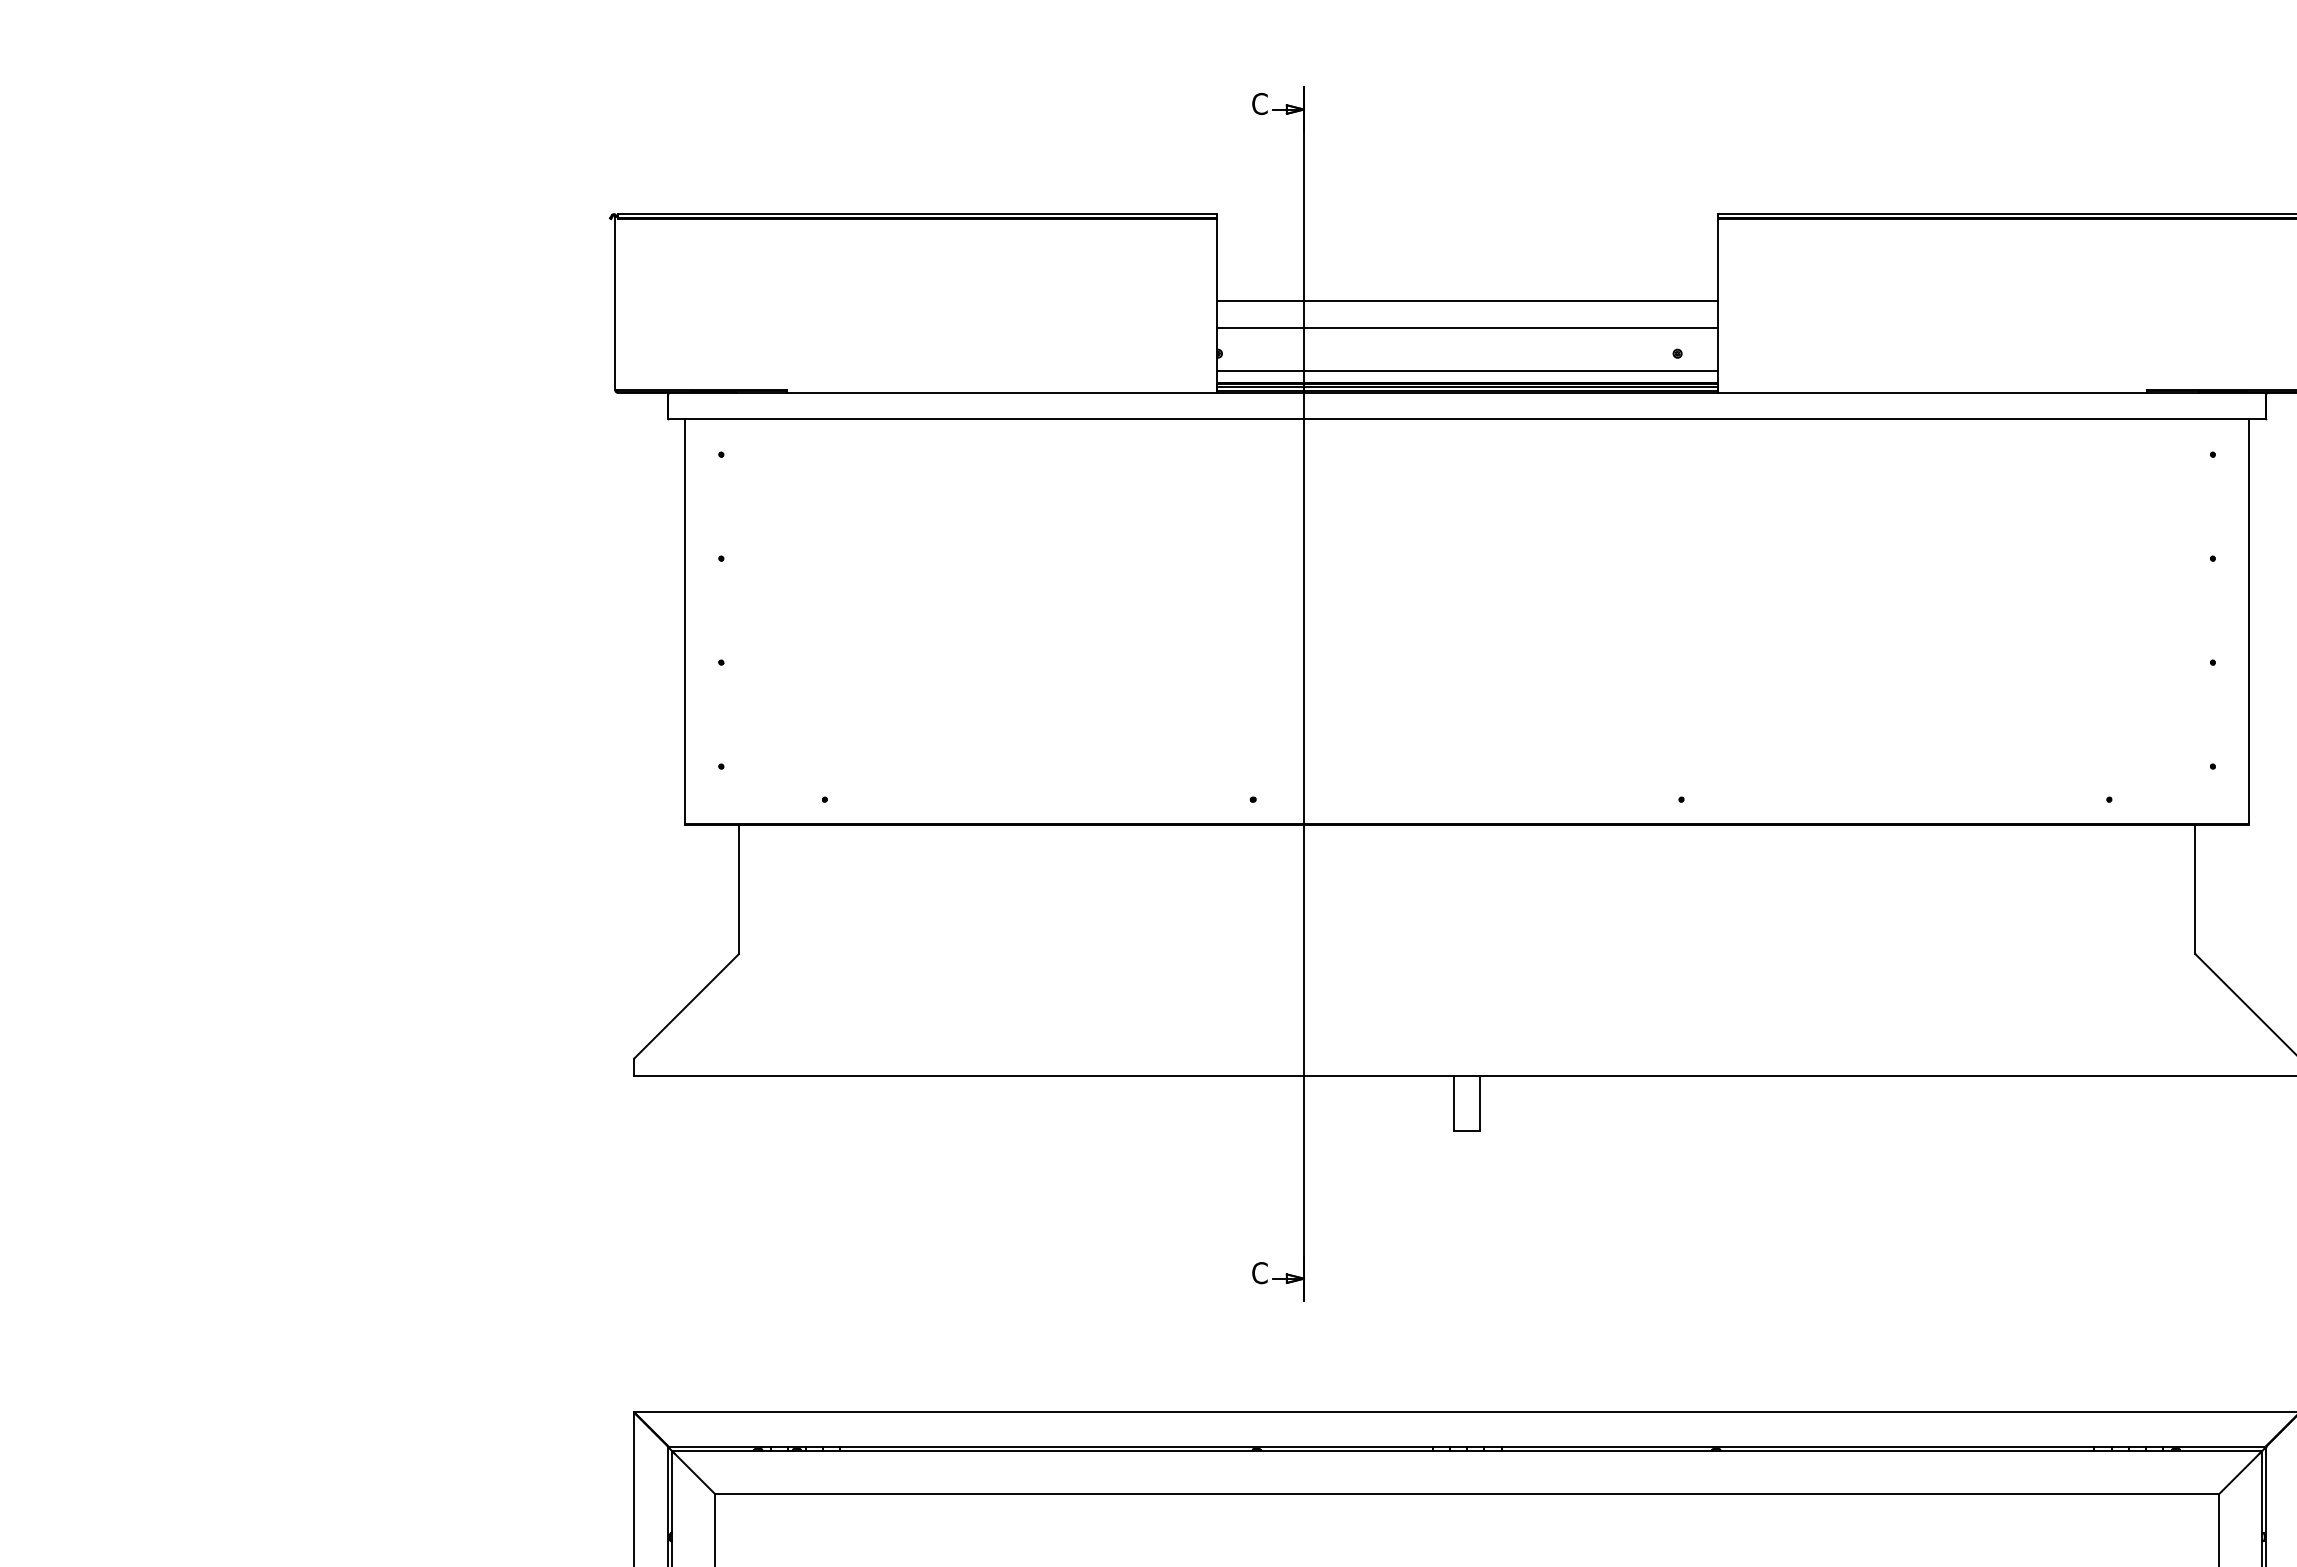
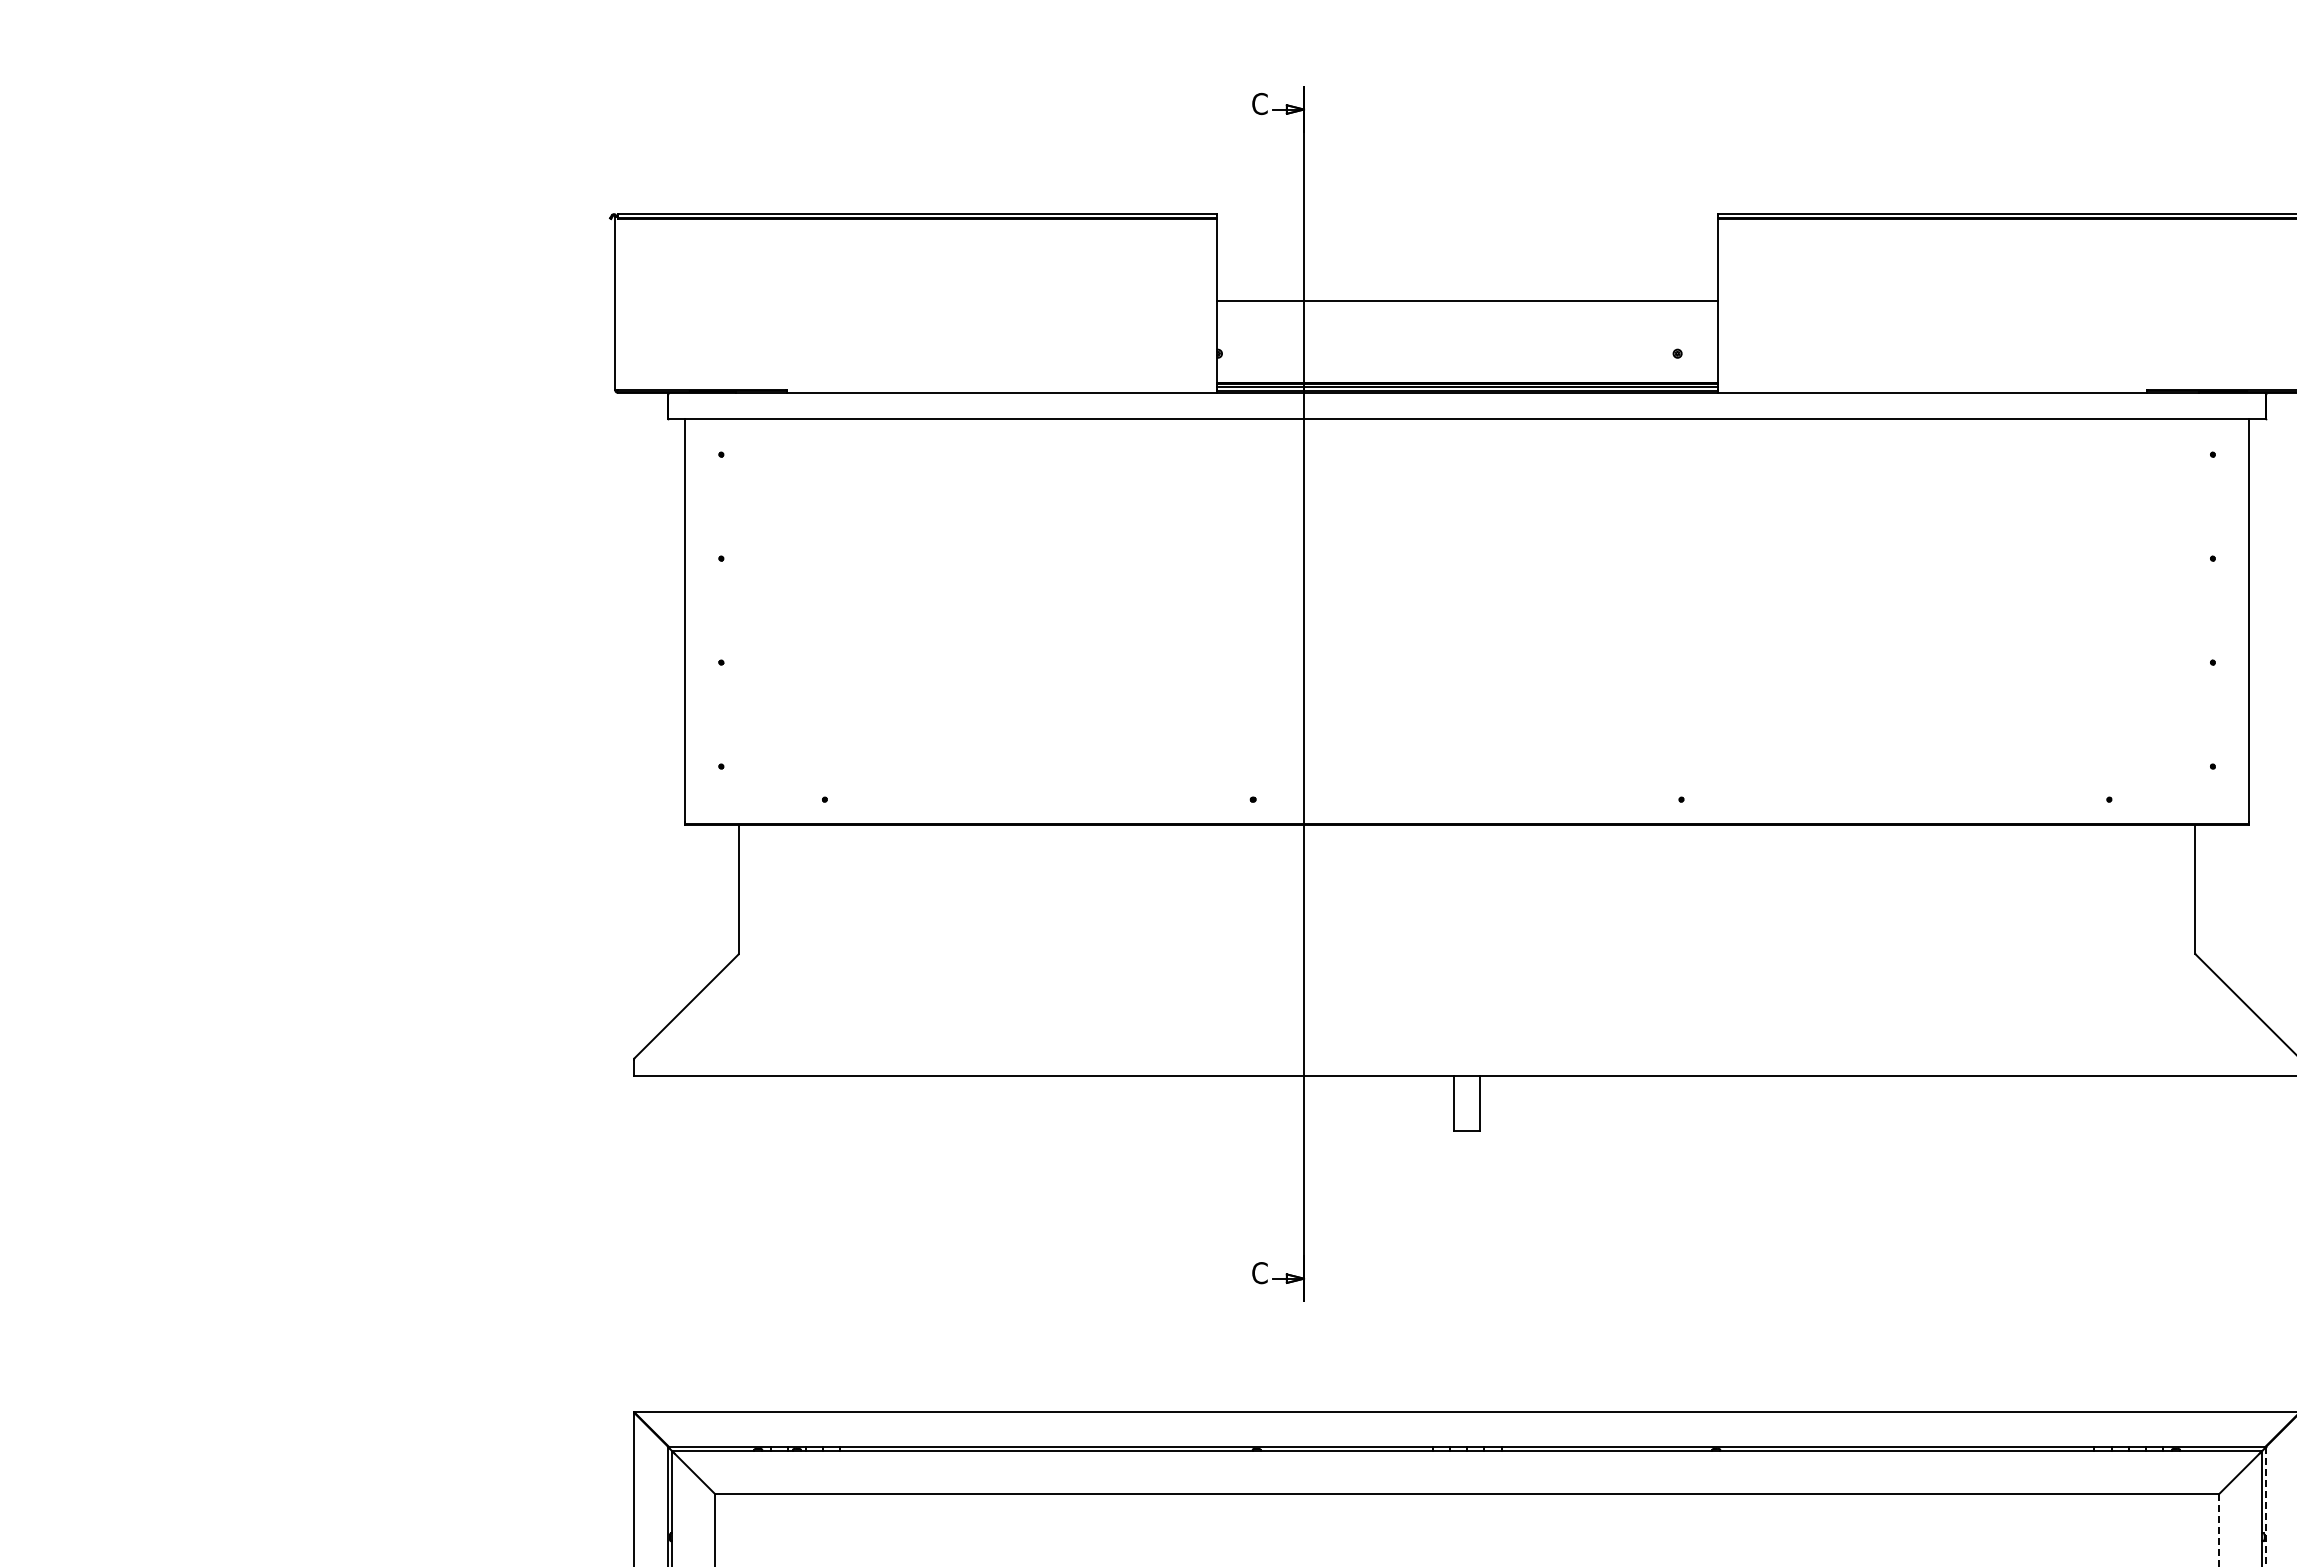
line at (1466, 327): present -> none
line at (1466, 370): present -> none
line at (2266, 1506): solid -> dashed
line at (2218, 1530): solid -> dashed
